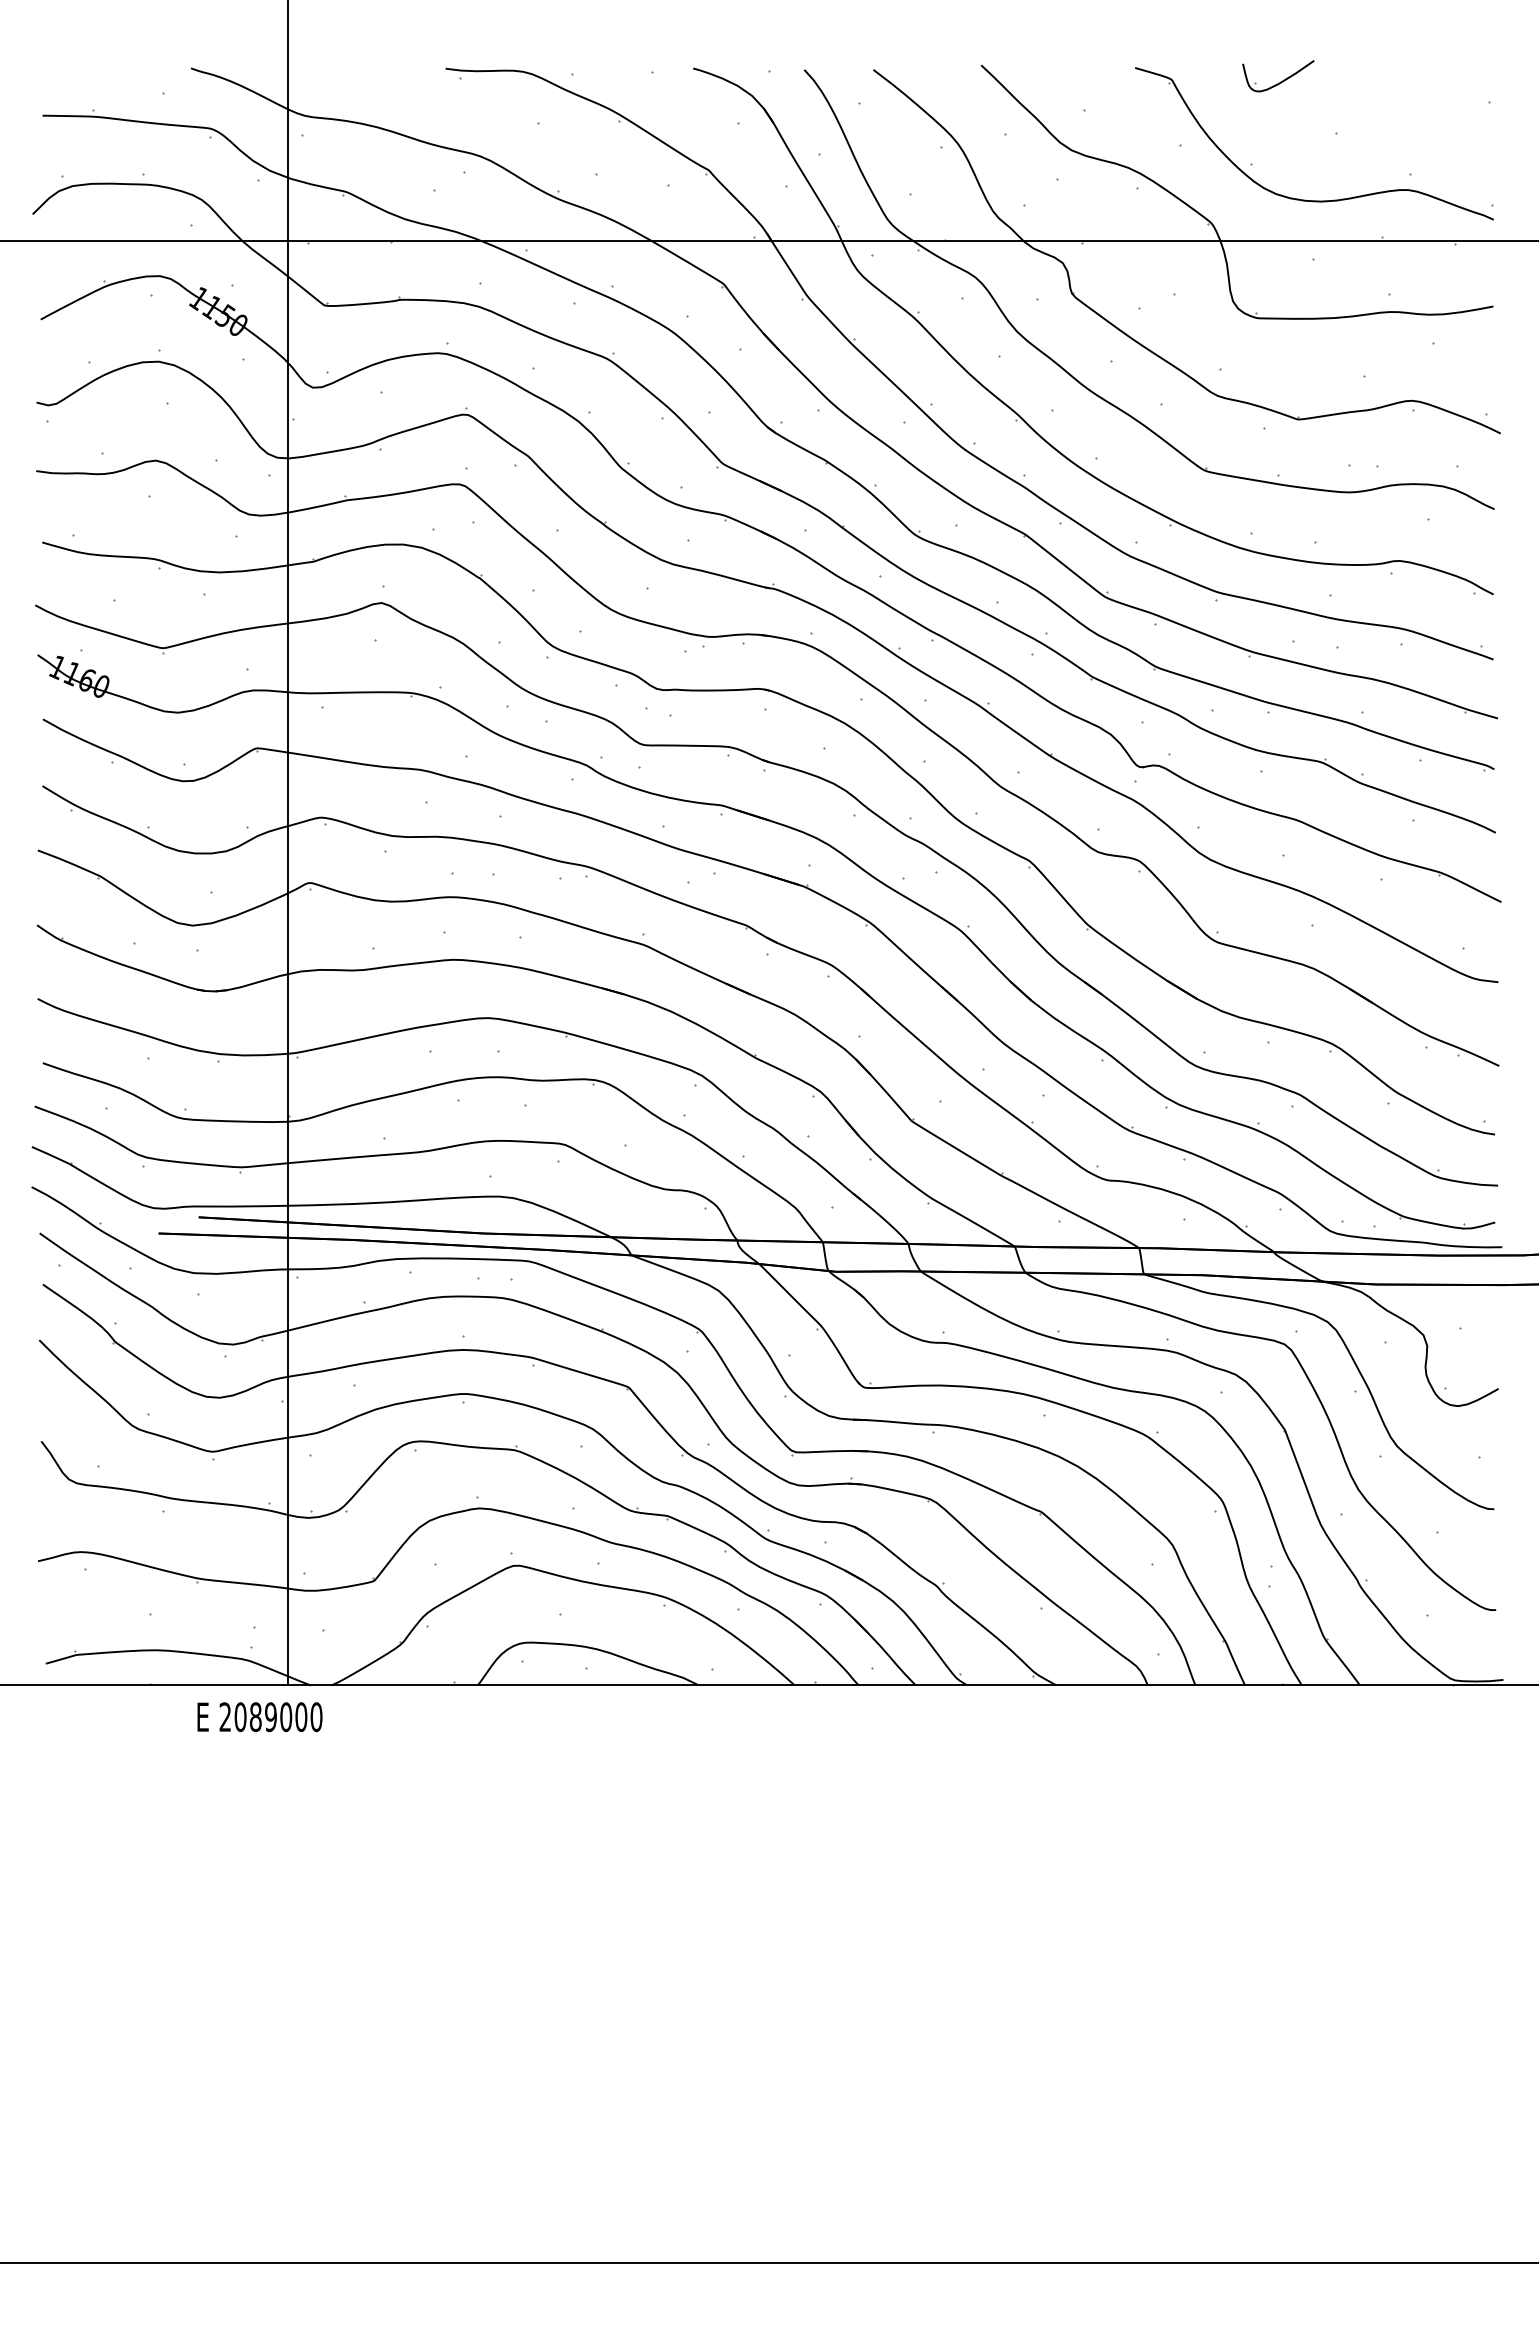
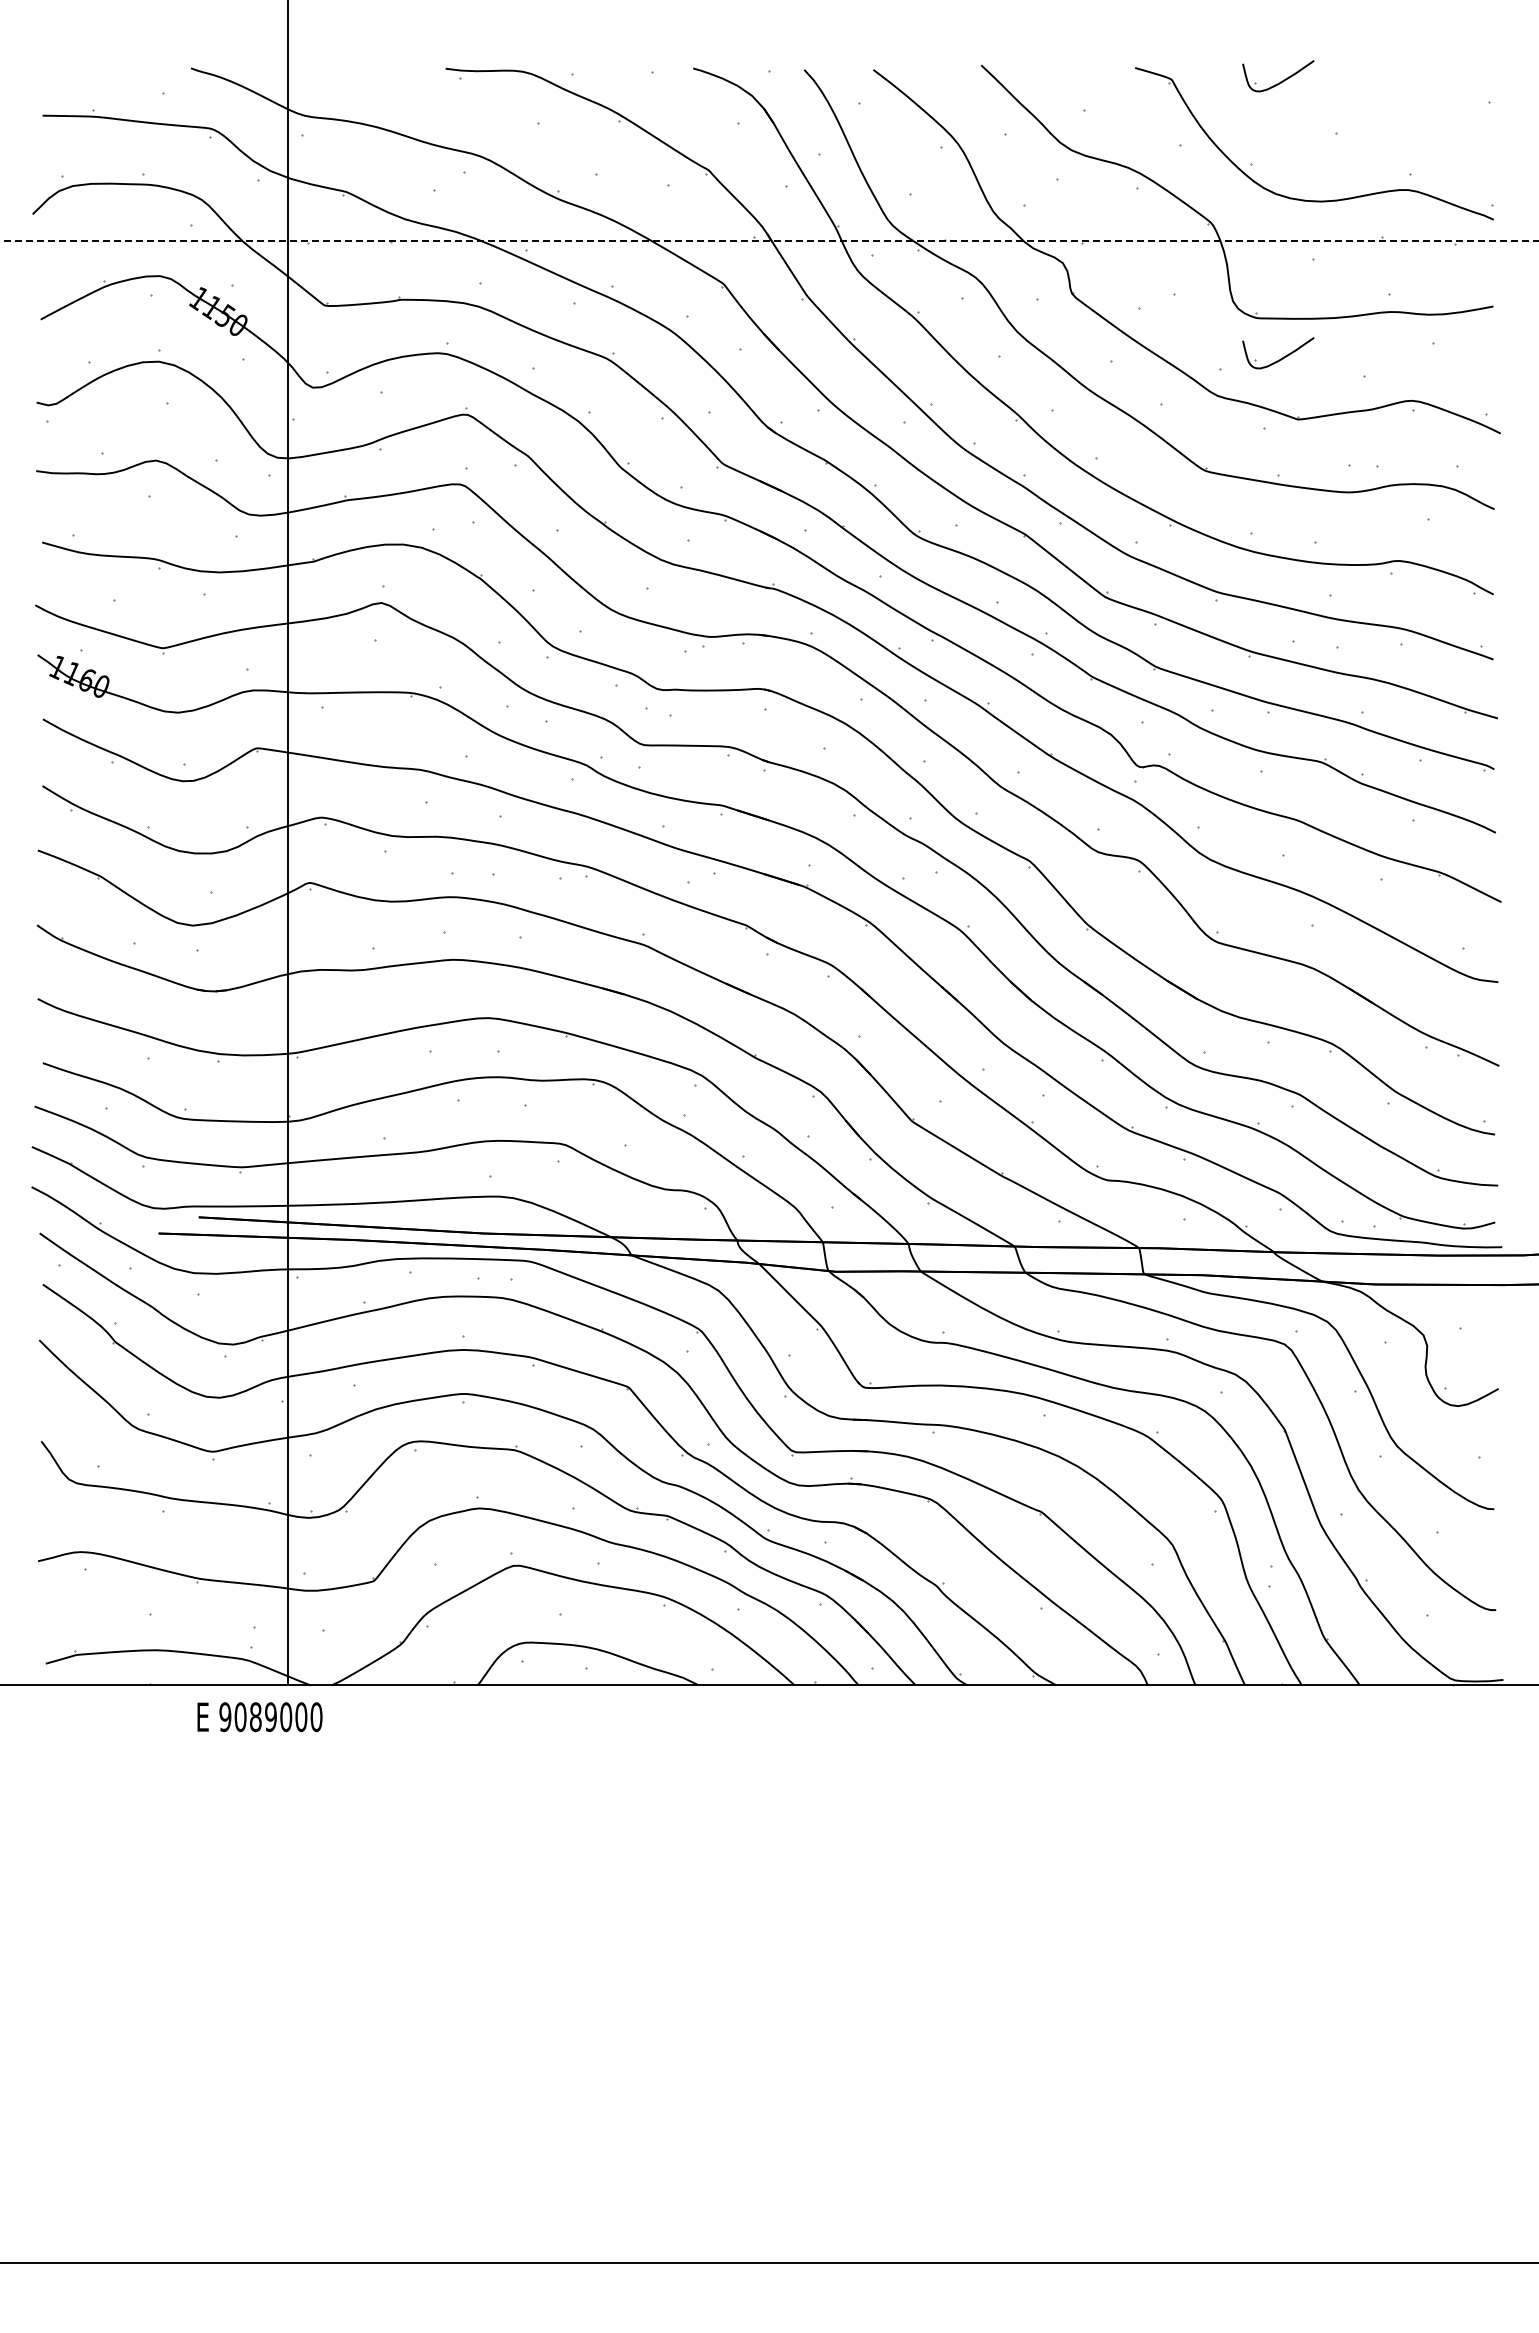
line at (770, 241): solid -> dashed
part at (1278, 353): none -> present
text at (225, 1717): 2089000 -> 9089000
